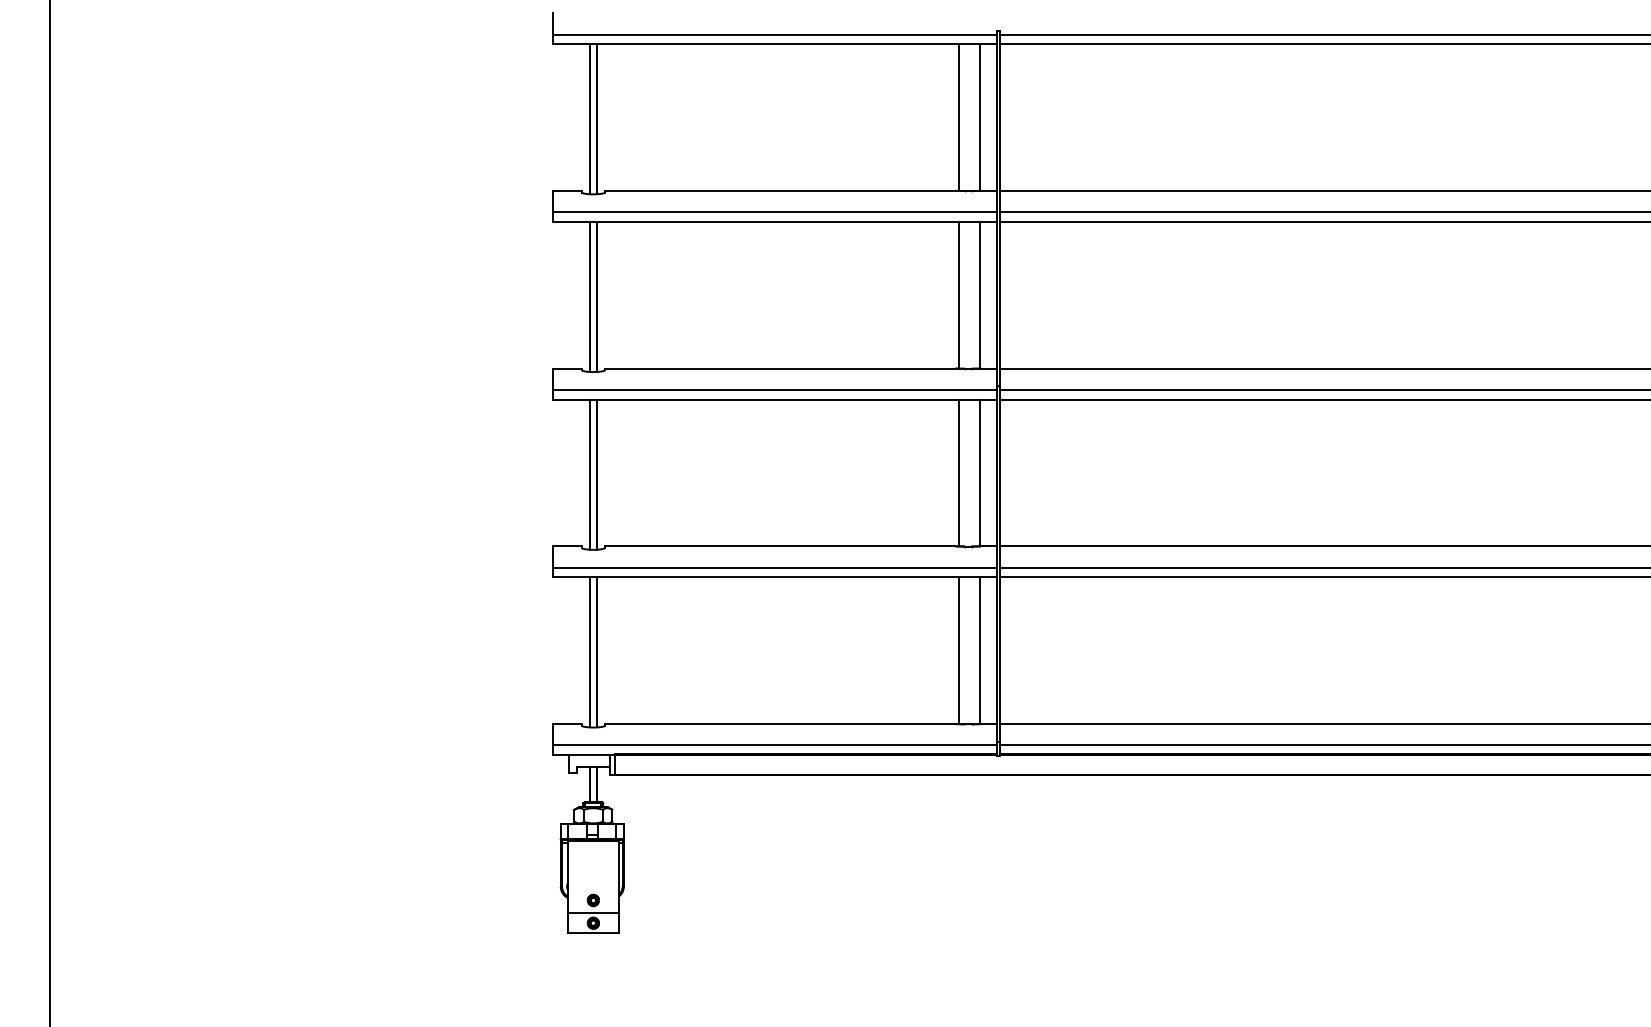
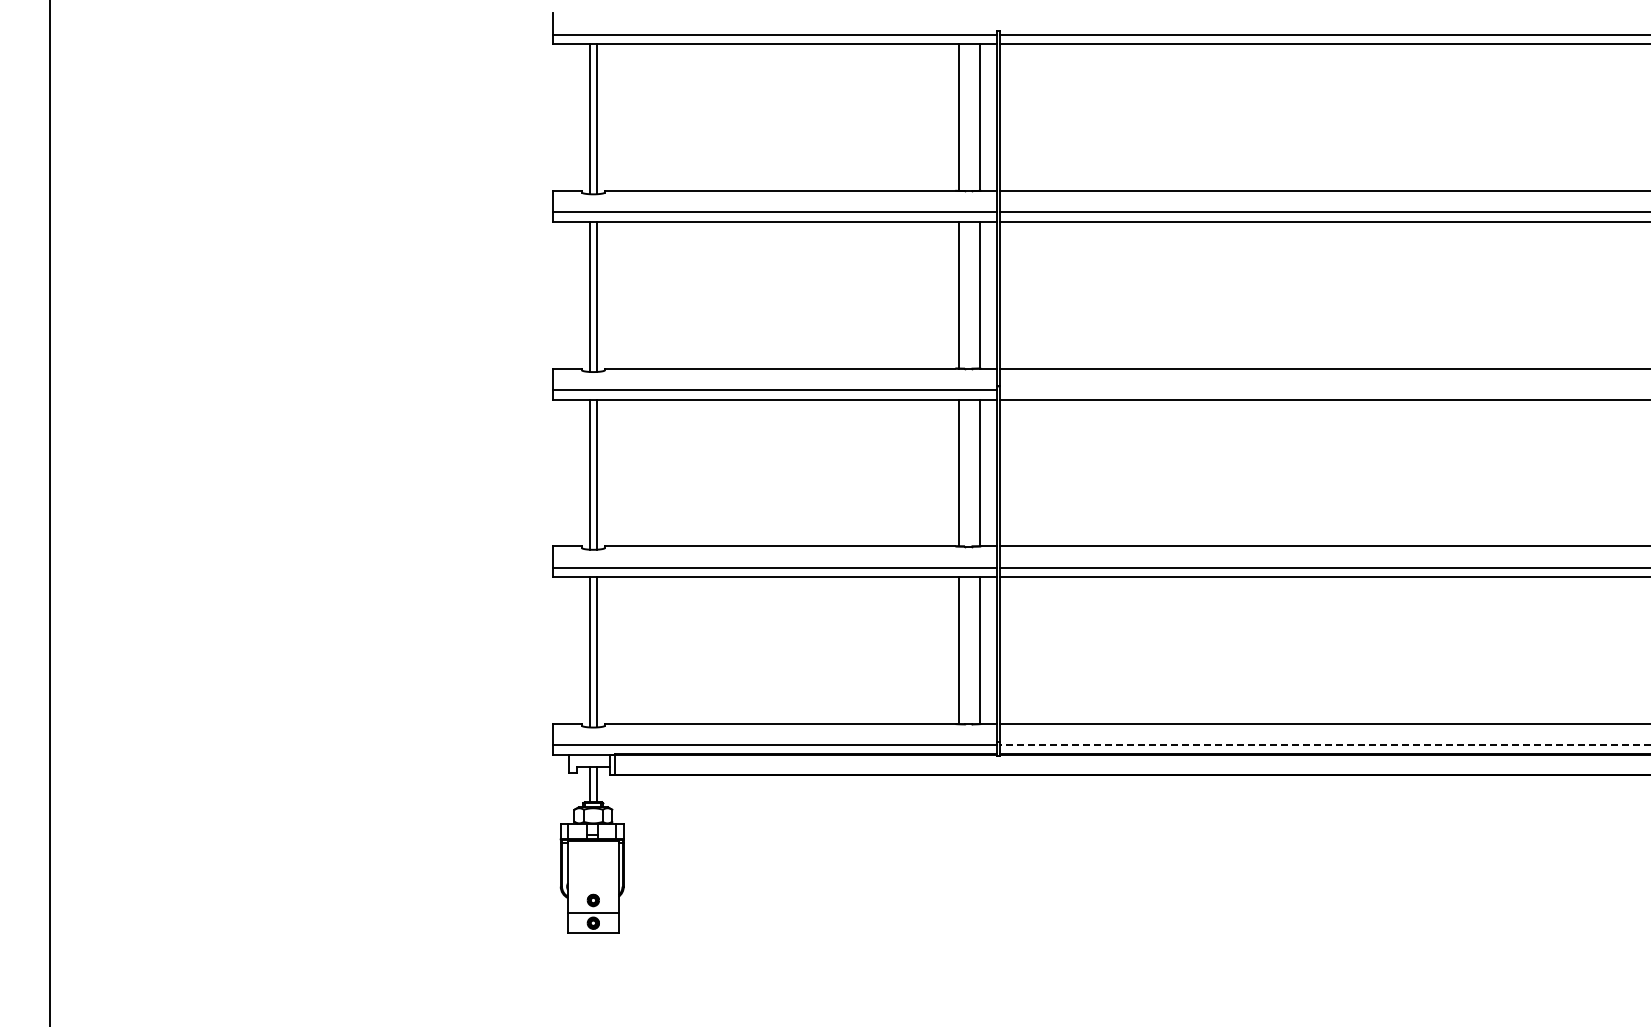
line at (1323, 390): present -> none
line at (1324, 745): solid -> dashed
